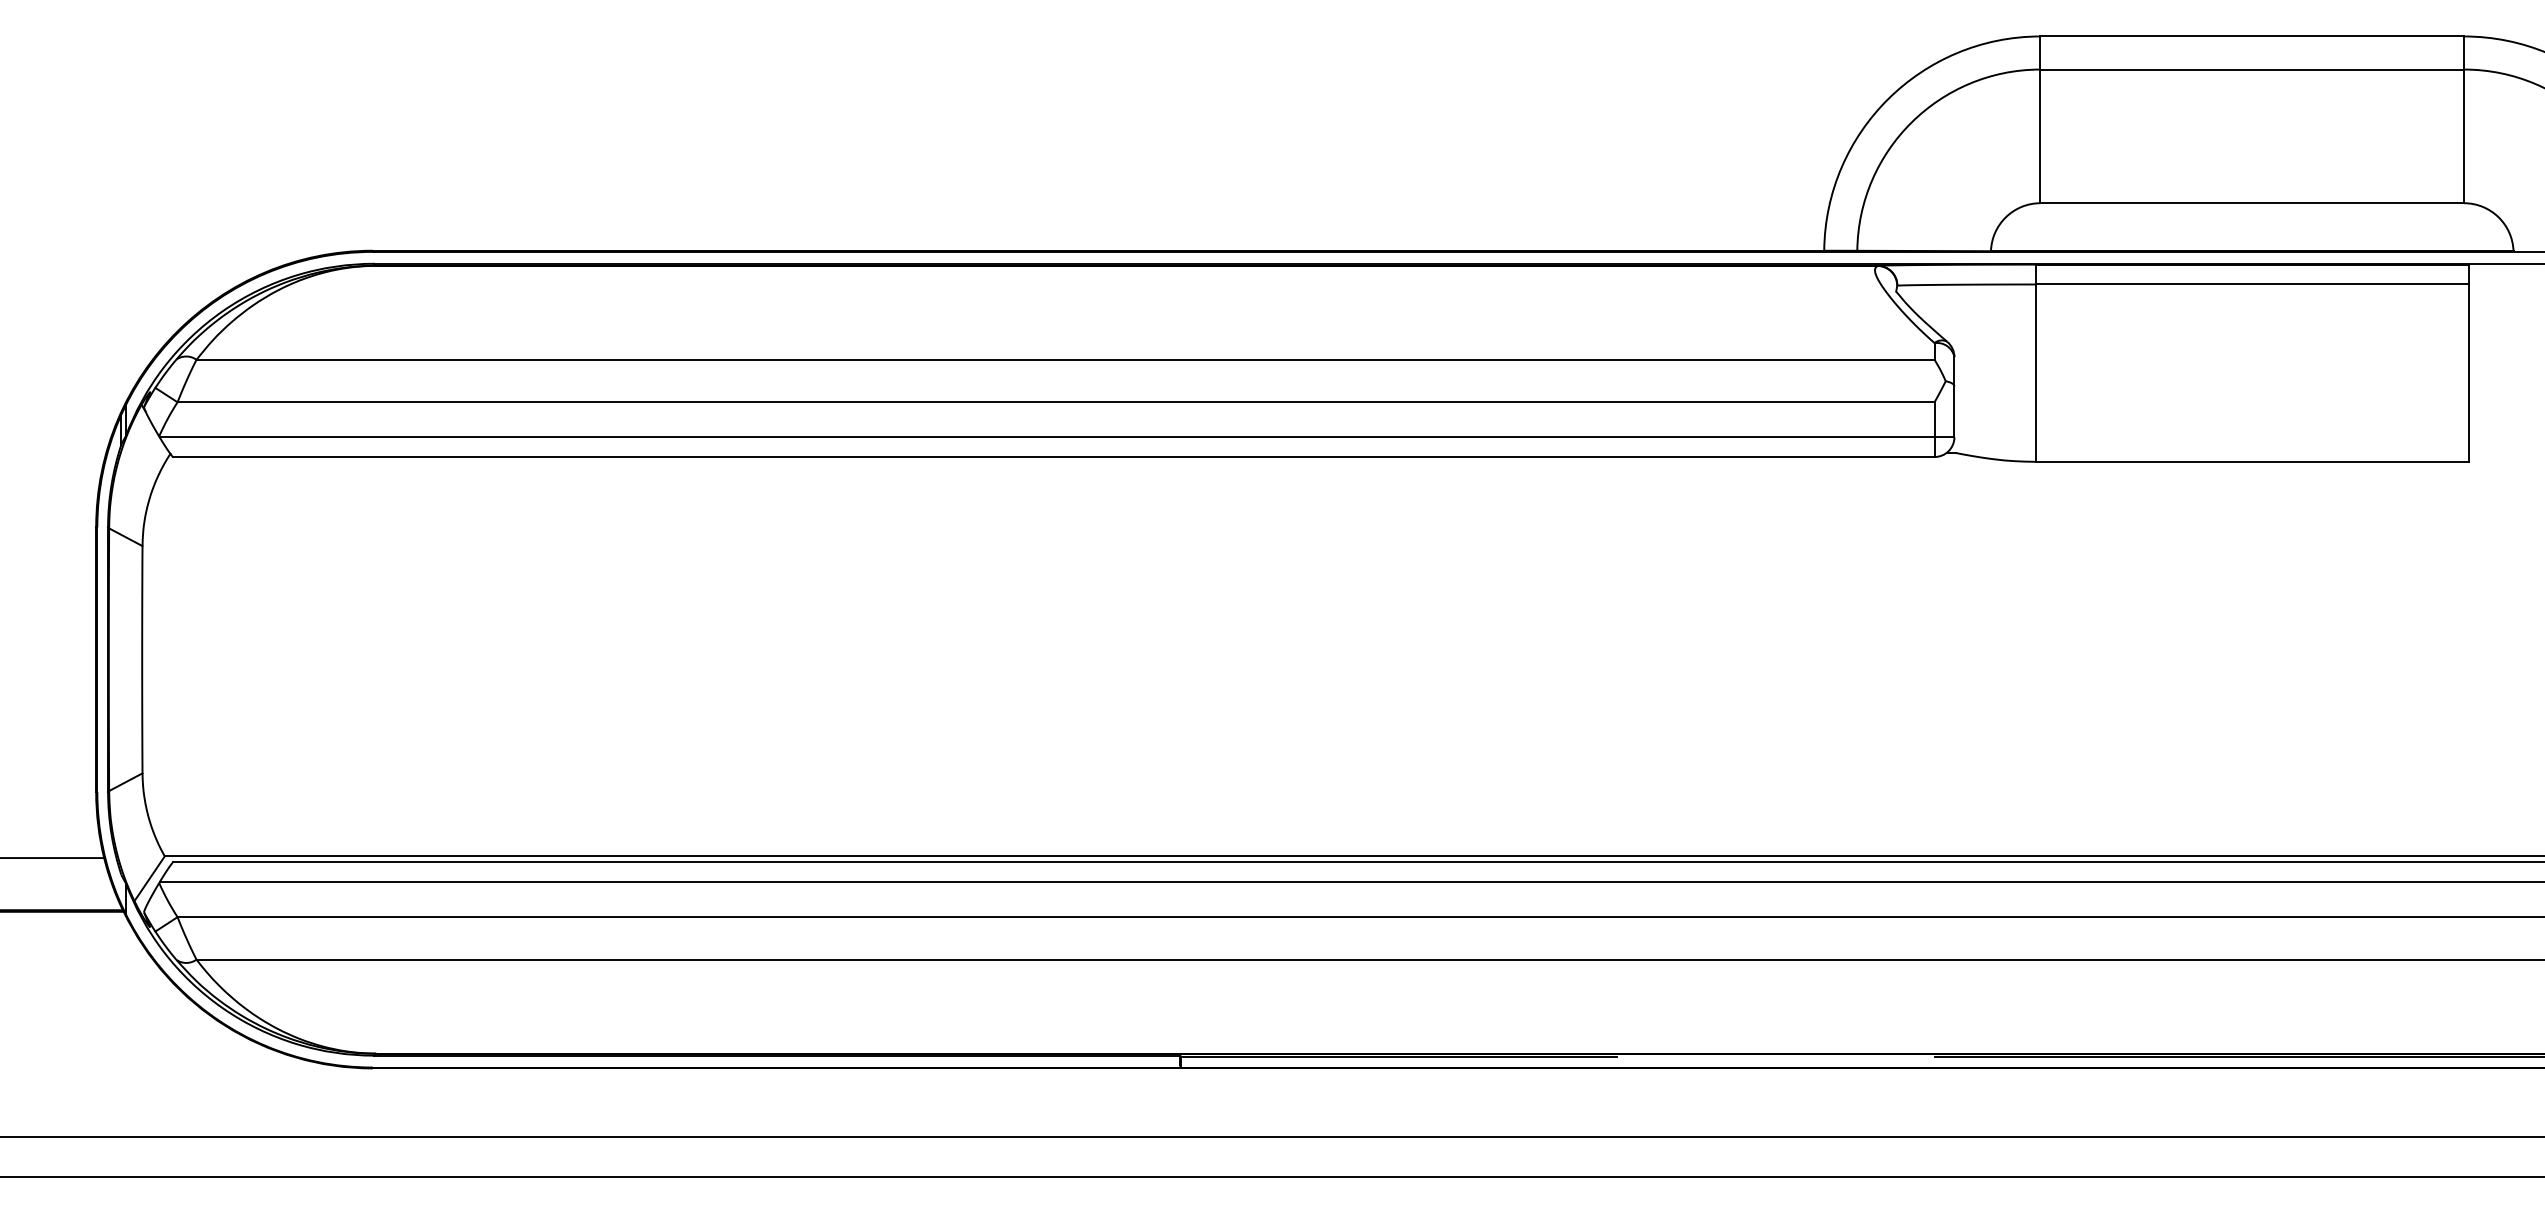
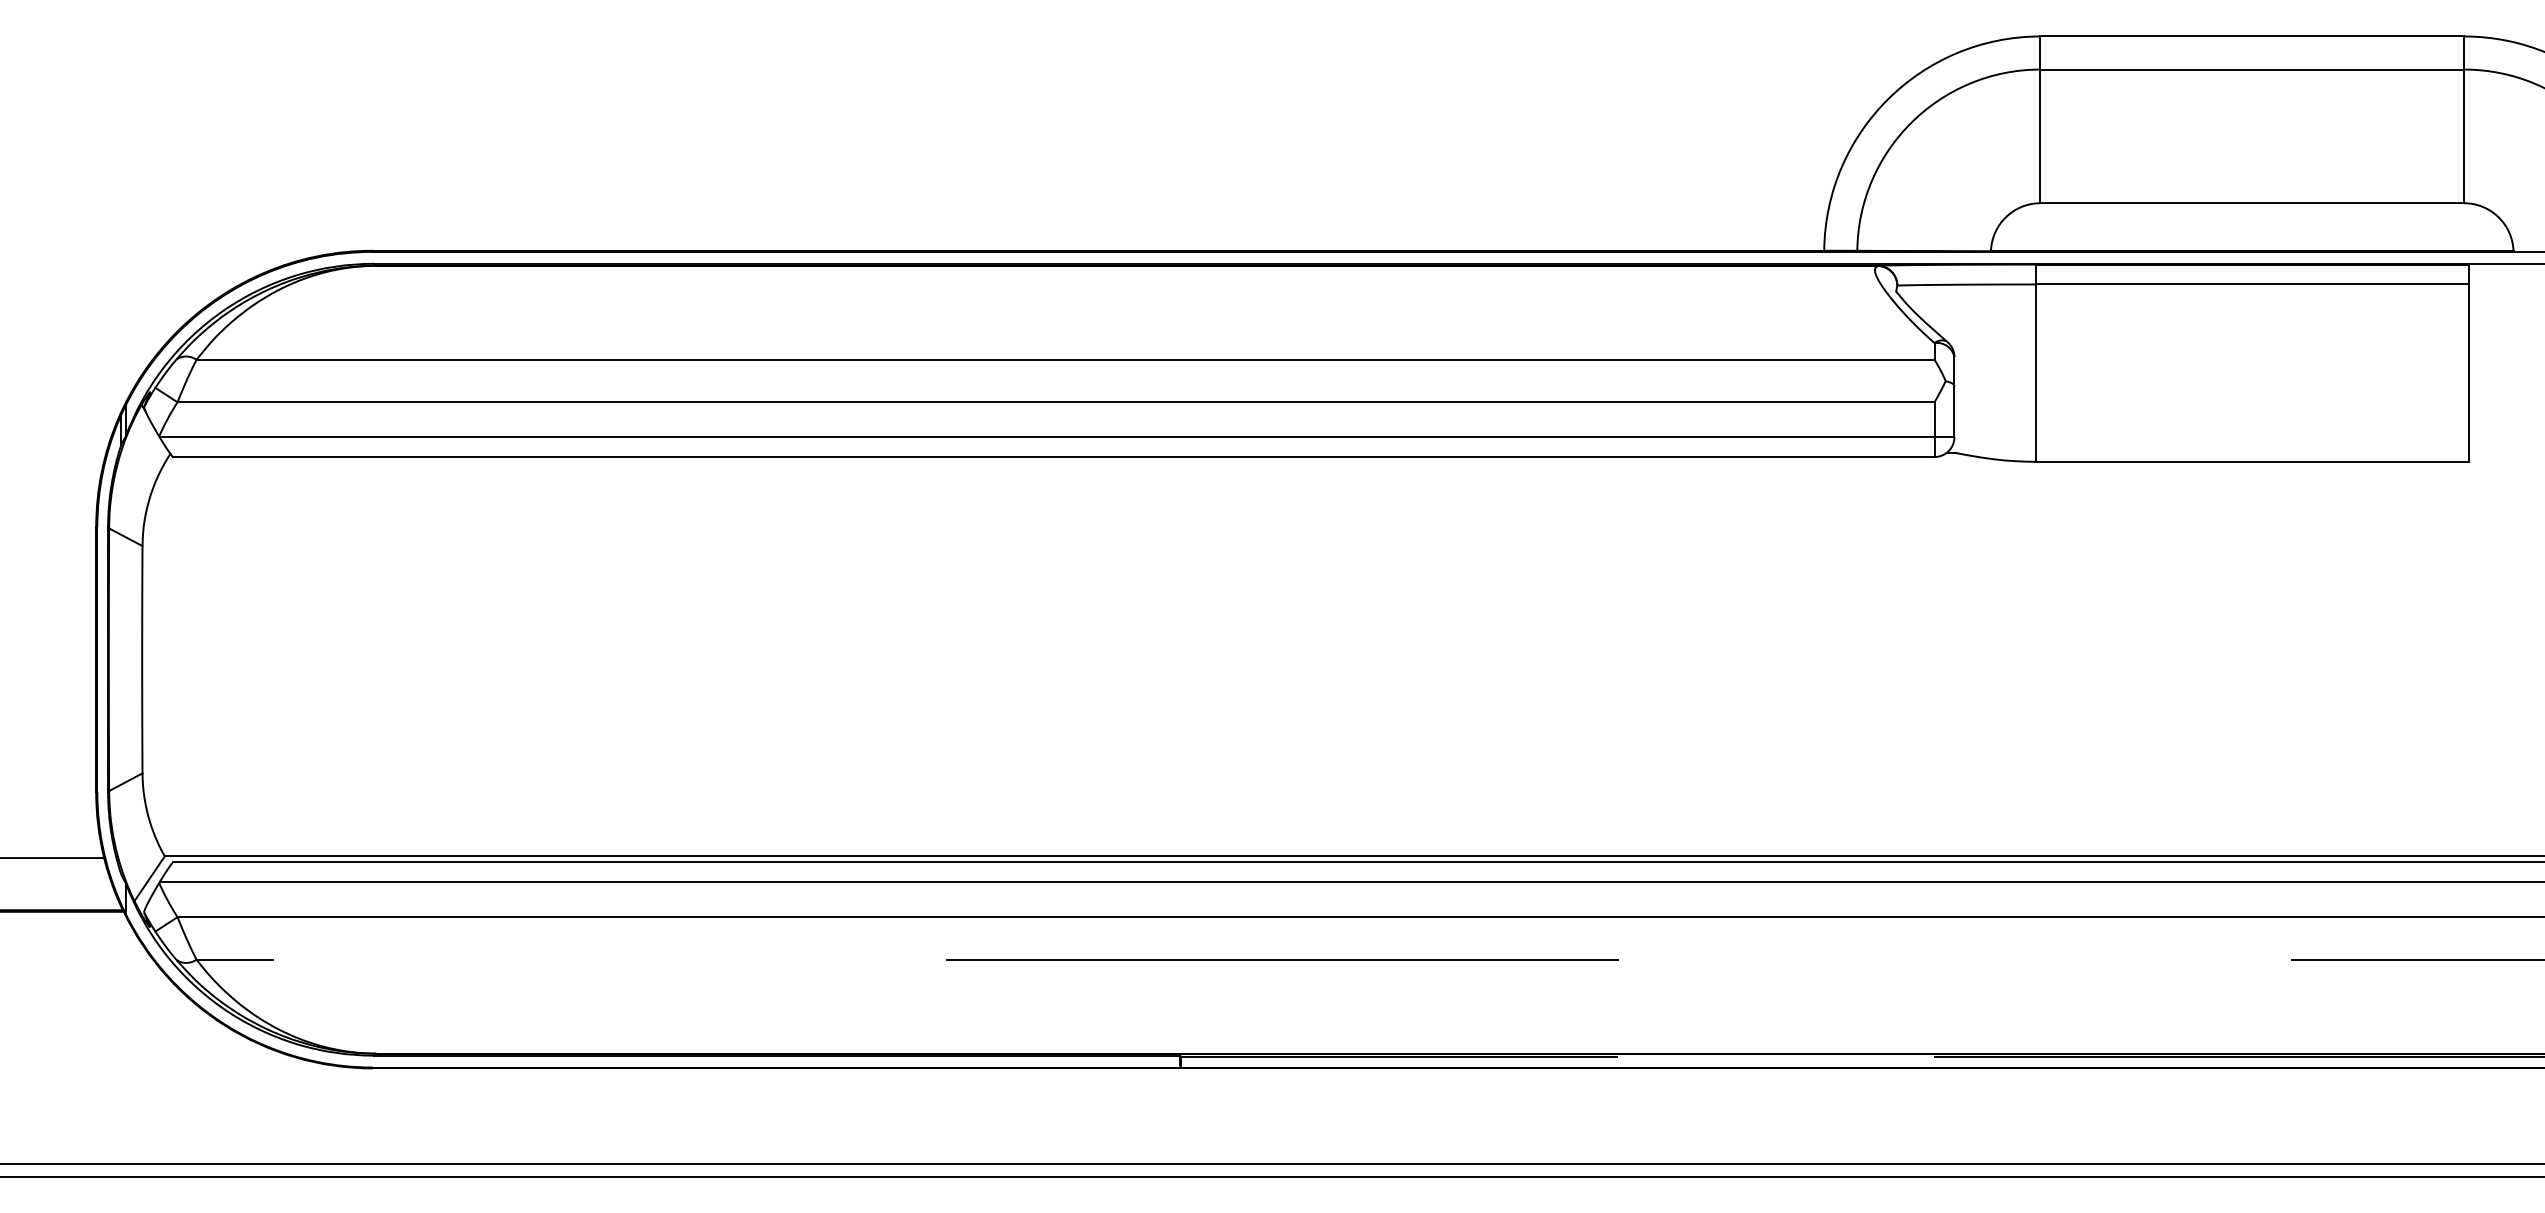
line at (1370, 959): solid -> dashed
line at (1271, 1137) position: (1271, 1137) -> (1271, 1164)
